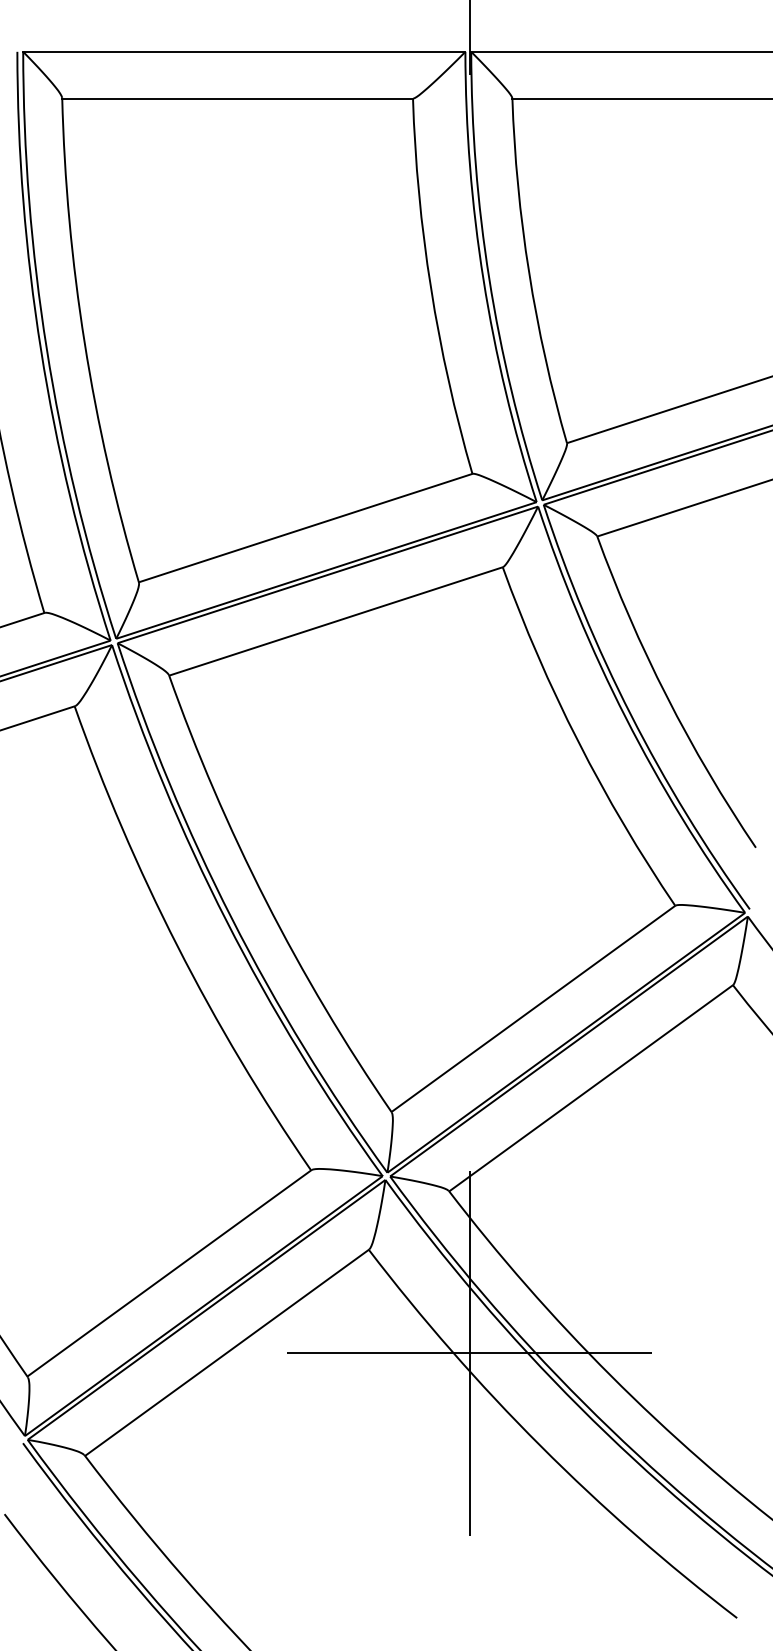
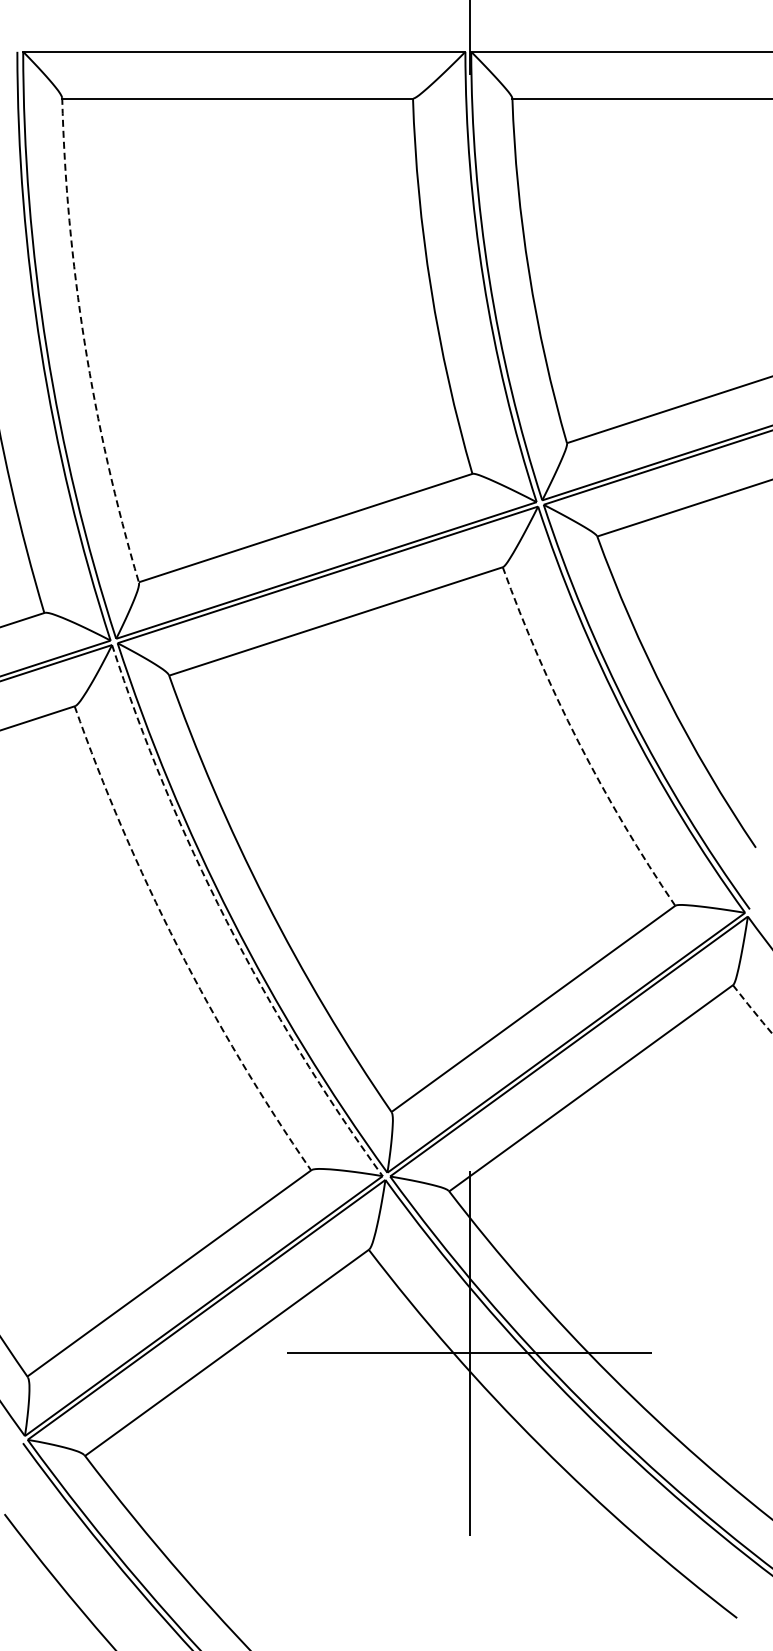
arc at (84, 342): solid -> dashed
arc at (578, 741): solid -> dashed
arc at (226, 921): solid -> dashed
arc at (177, 946): solid -> dashed
arc at (752, 1010): solid -> dashed
